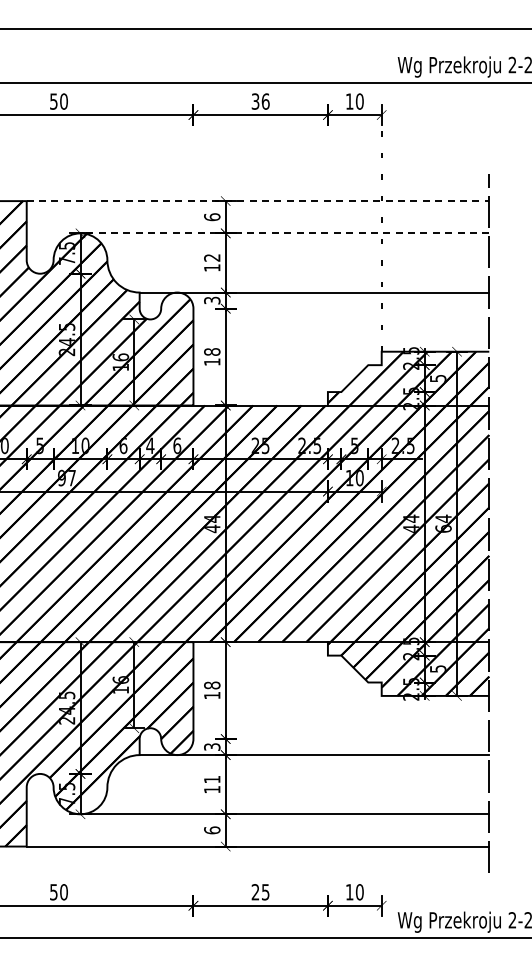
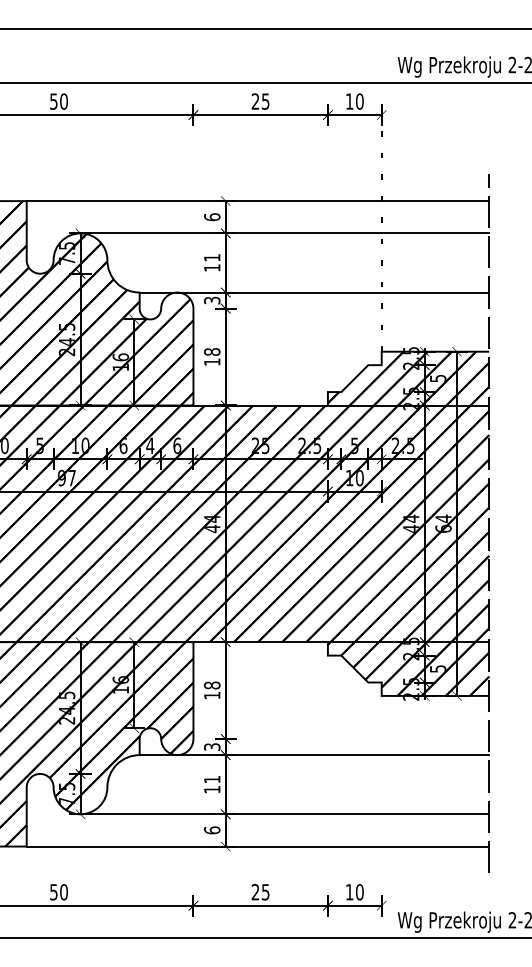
text at (260, 101): 36 -> 25
line at (258, 201): dashed -> solid
line at (284, 233): dashed -> solid
text at (212, 257): 12 -> 11
